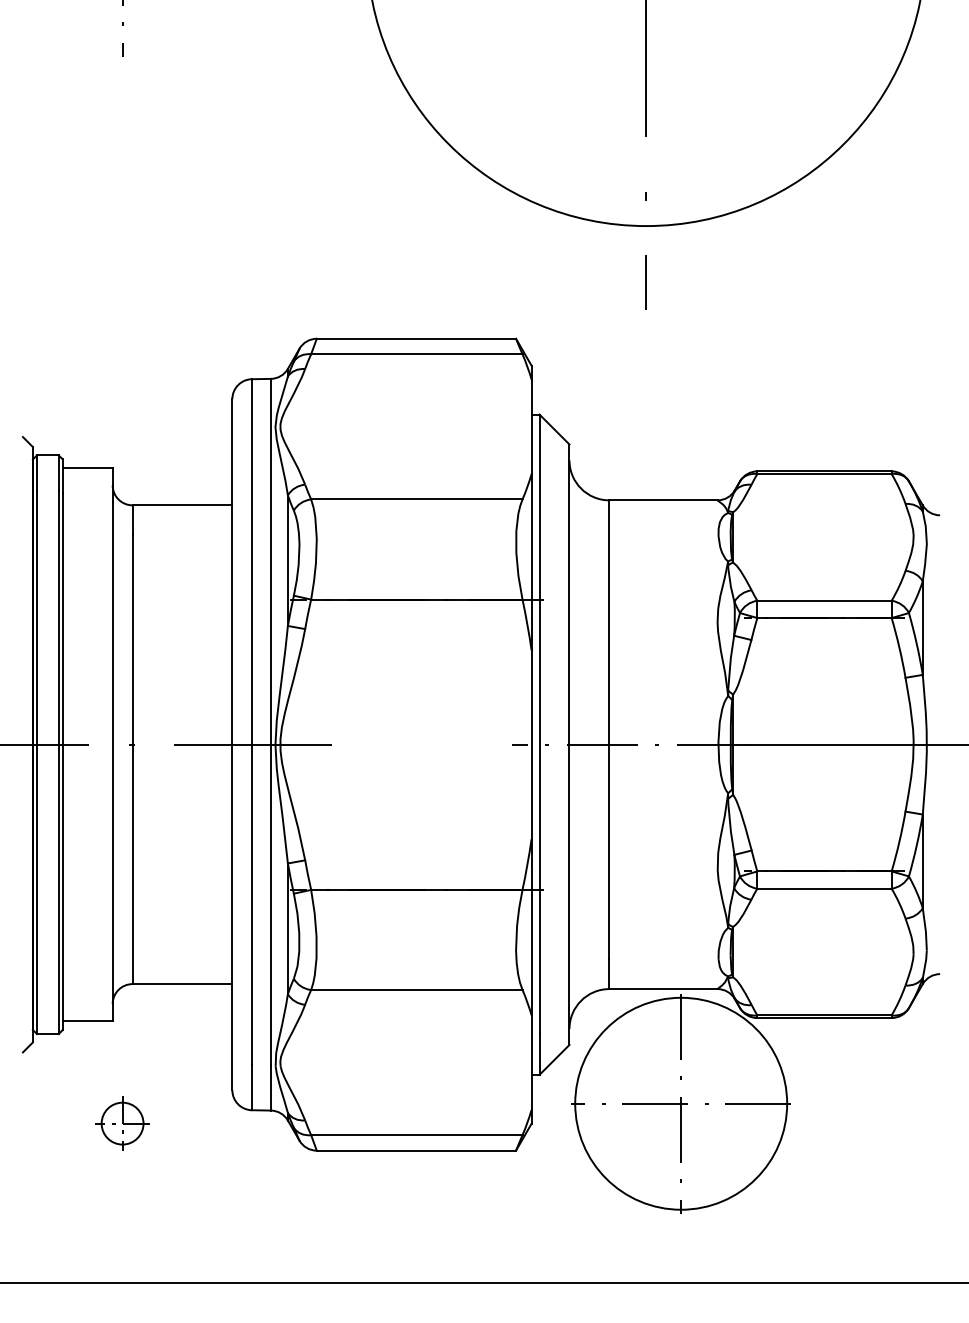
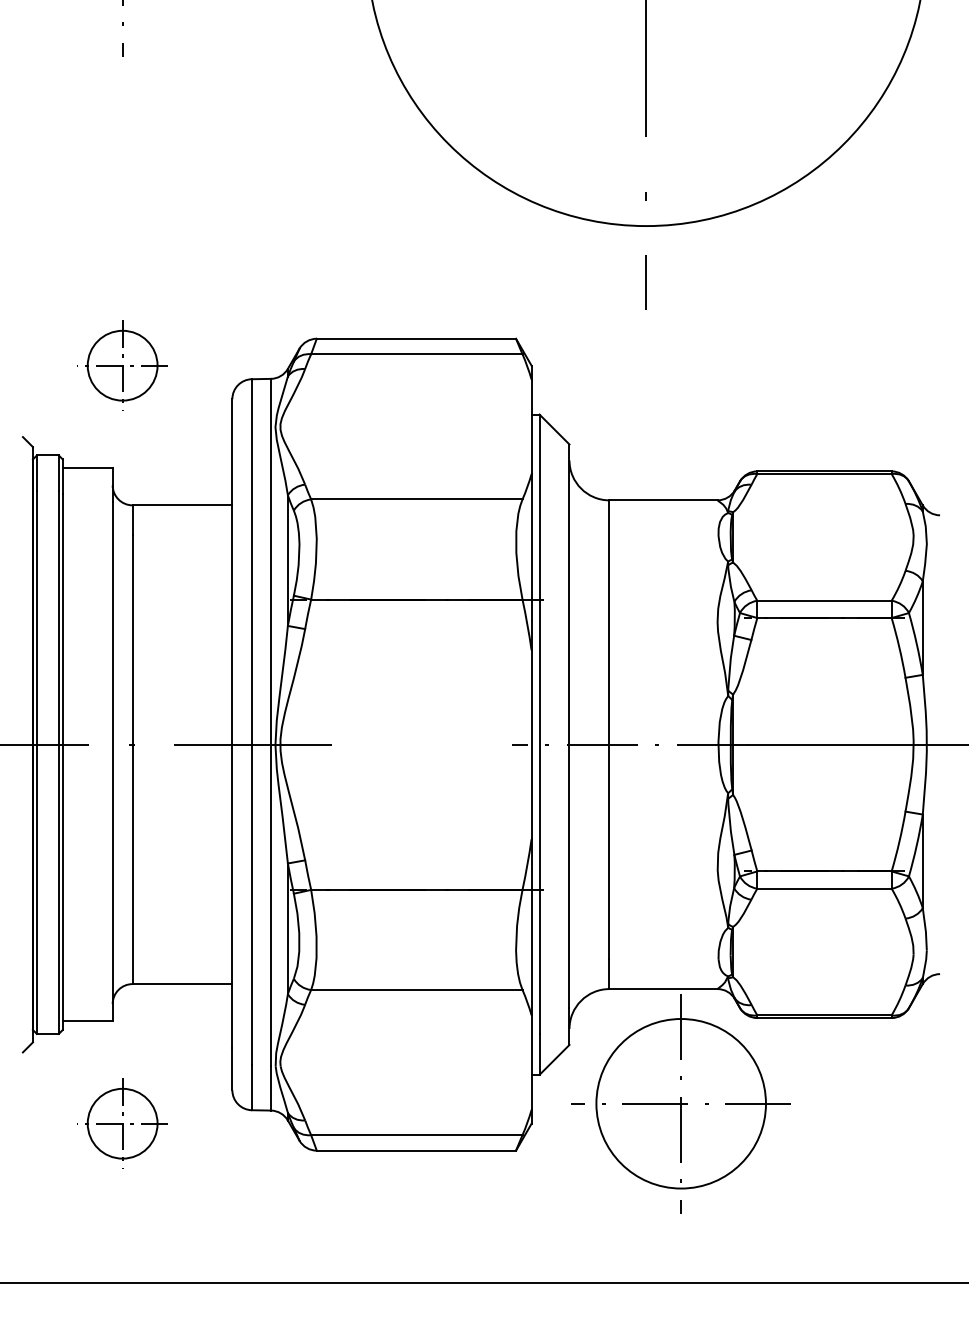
part at (122, 365): none -> present
circle at (681, 1103) diameter: 212 px -> 170 px
part at (122, 1123) size: 55x55 px -> 91x91 px
